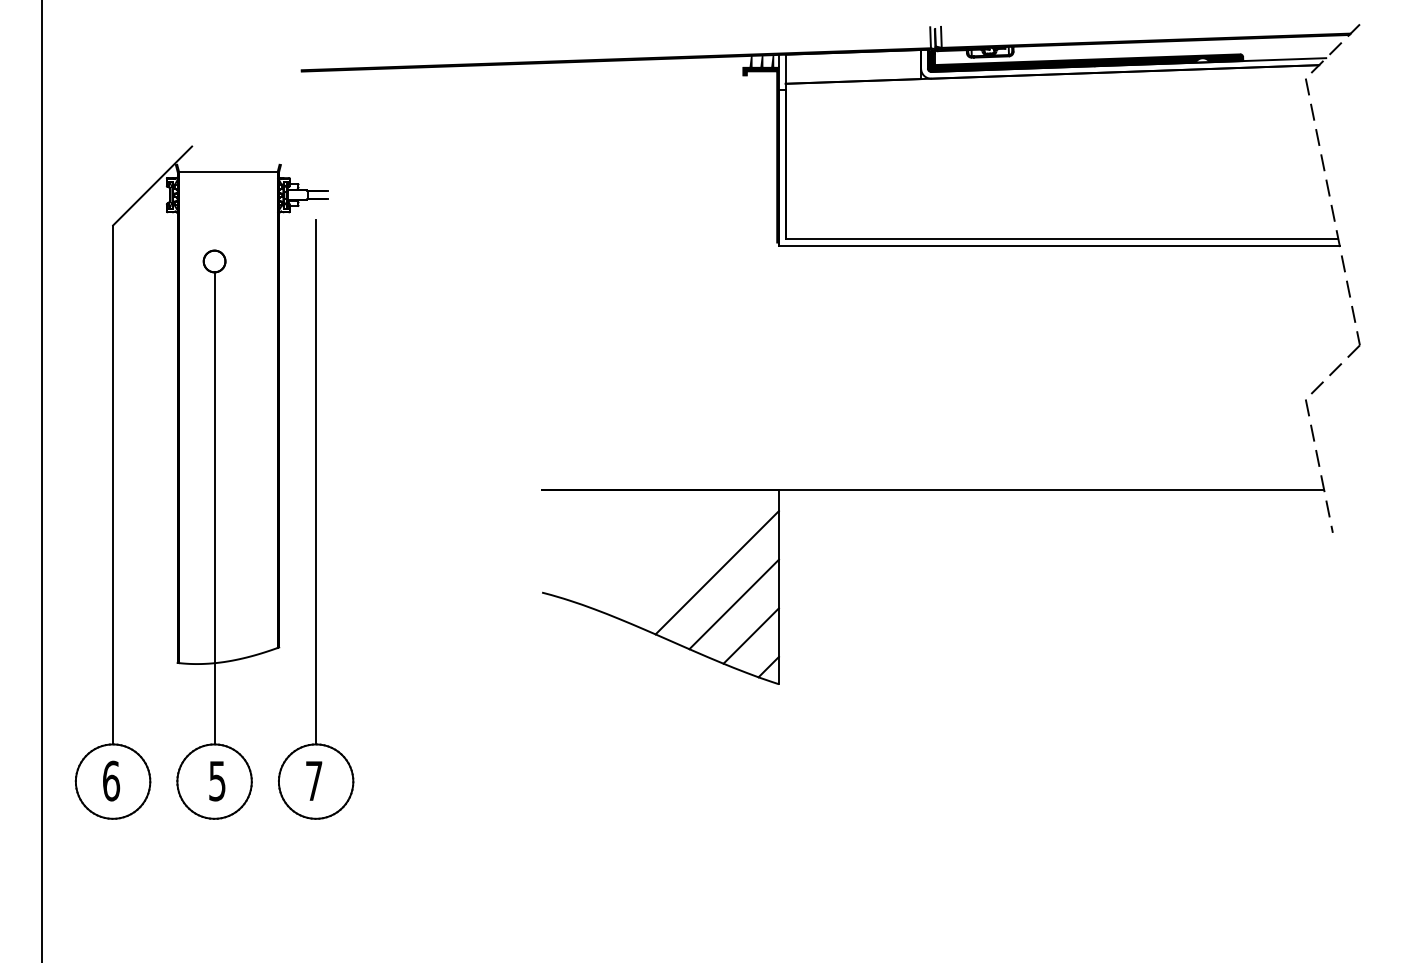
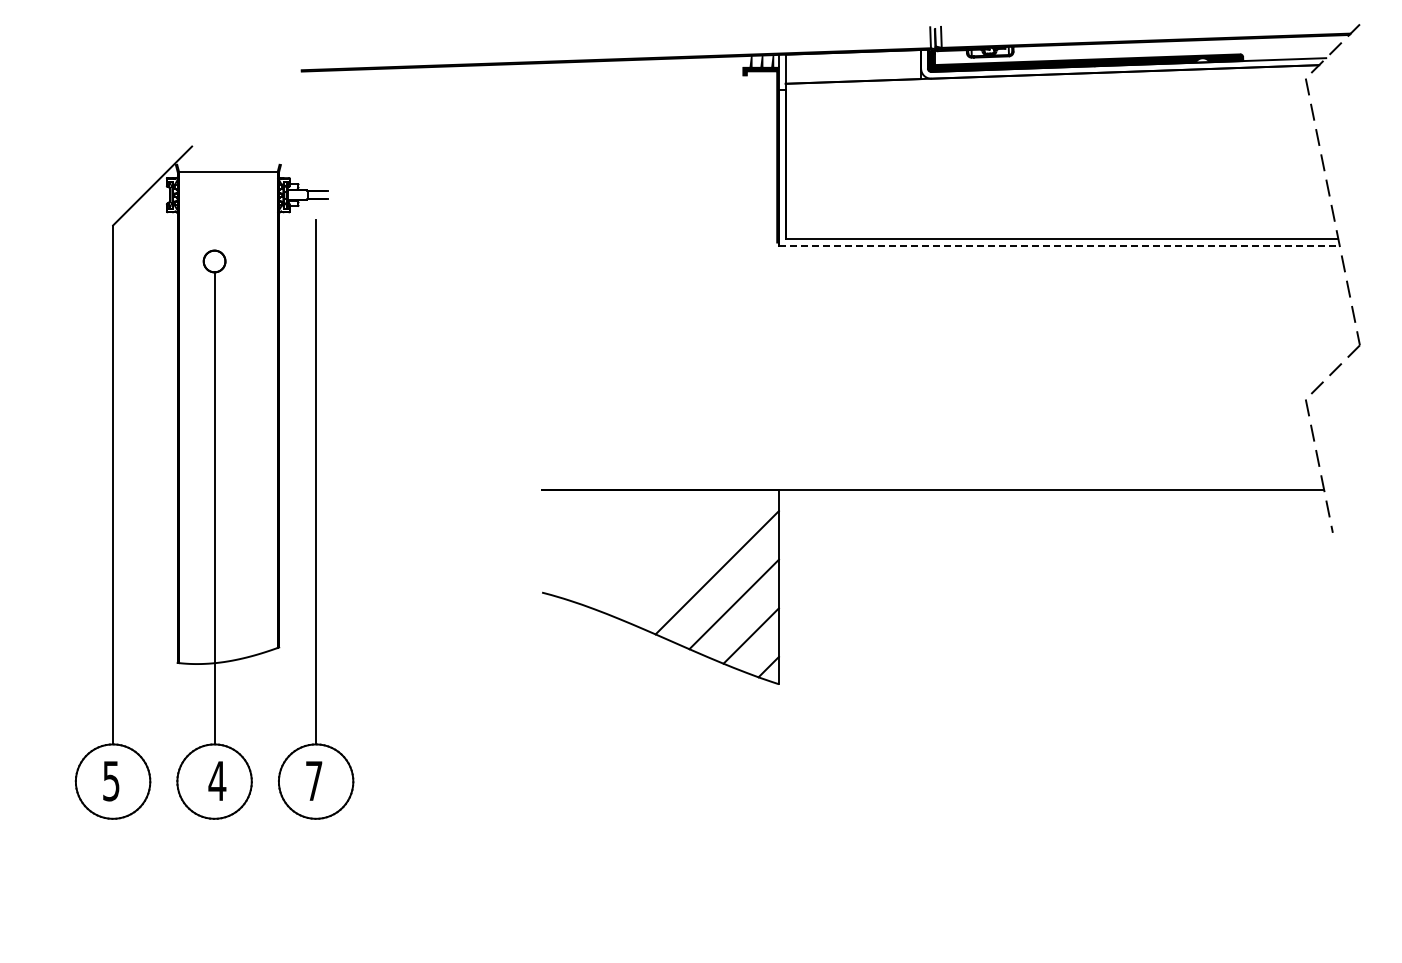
line at (1059, 246): solid -> dashed
line at (42, 480): present -> none
text at (111, 780): 6 -> 5
text at (217, 781): 5 -> 4
